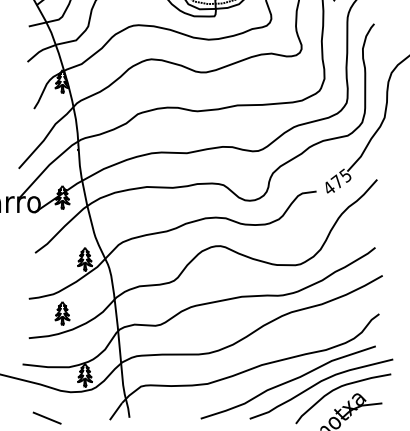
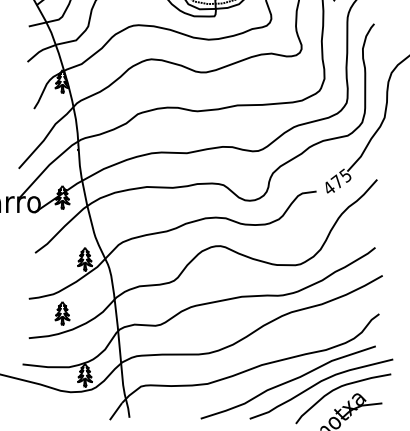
line at (46, 417): present -> none
